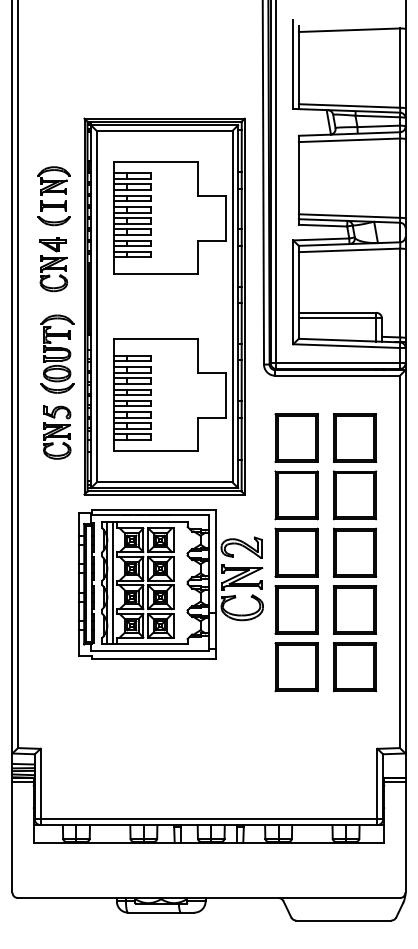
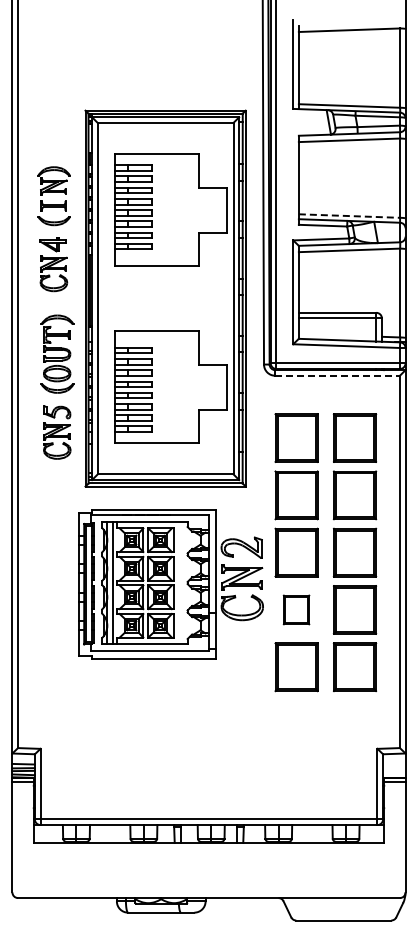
line at (349, 216): solid -> dashed
part at (164, 306) position: (164, 306) -> (165, 298)
line at (338, 375): solid -> dashed
part at (296, 609) size: 45x50 px -> 29x32 px
